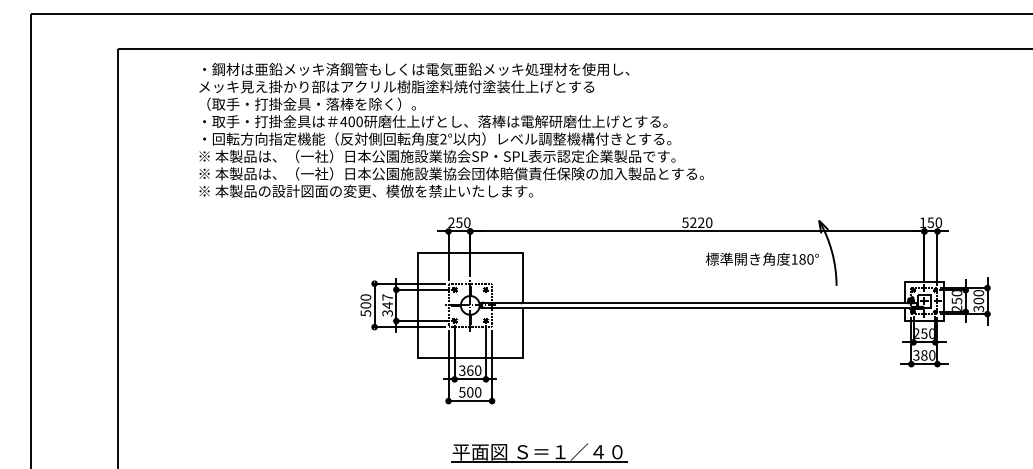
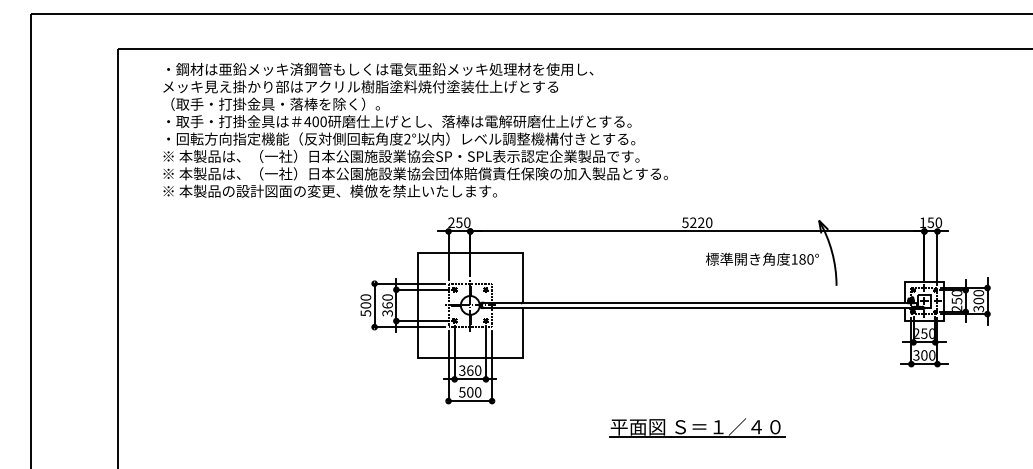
text at (451, 130) position: (451, 130) -> (415, 130)
text at (387, 301): 347 -> 360
text at (924, 355): 380 -> 300
part at (539, 452) position: (539, 452) -> (697, 427)
